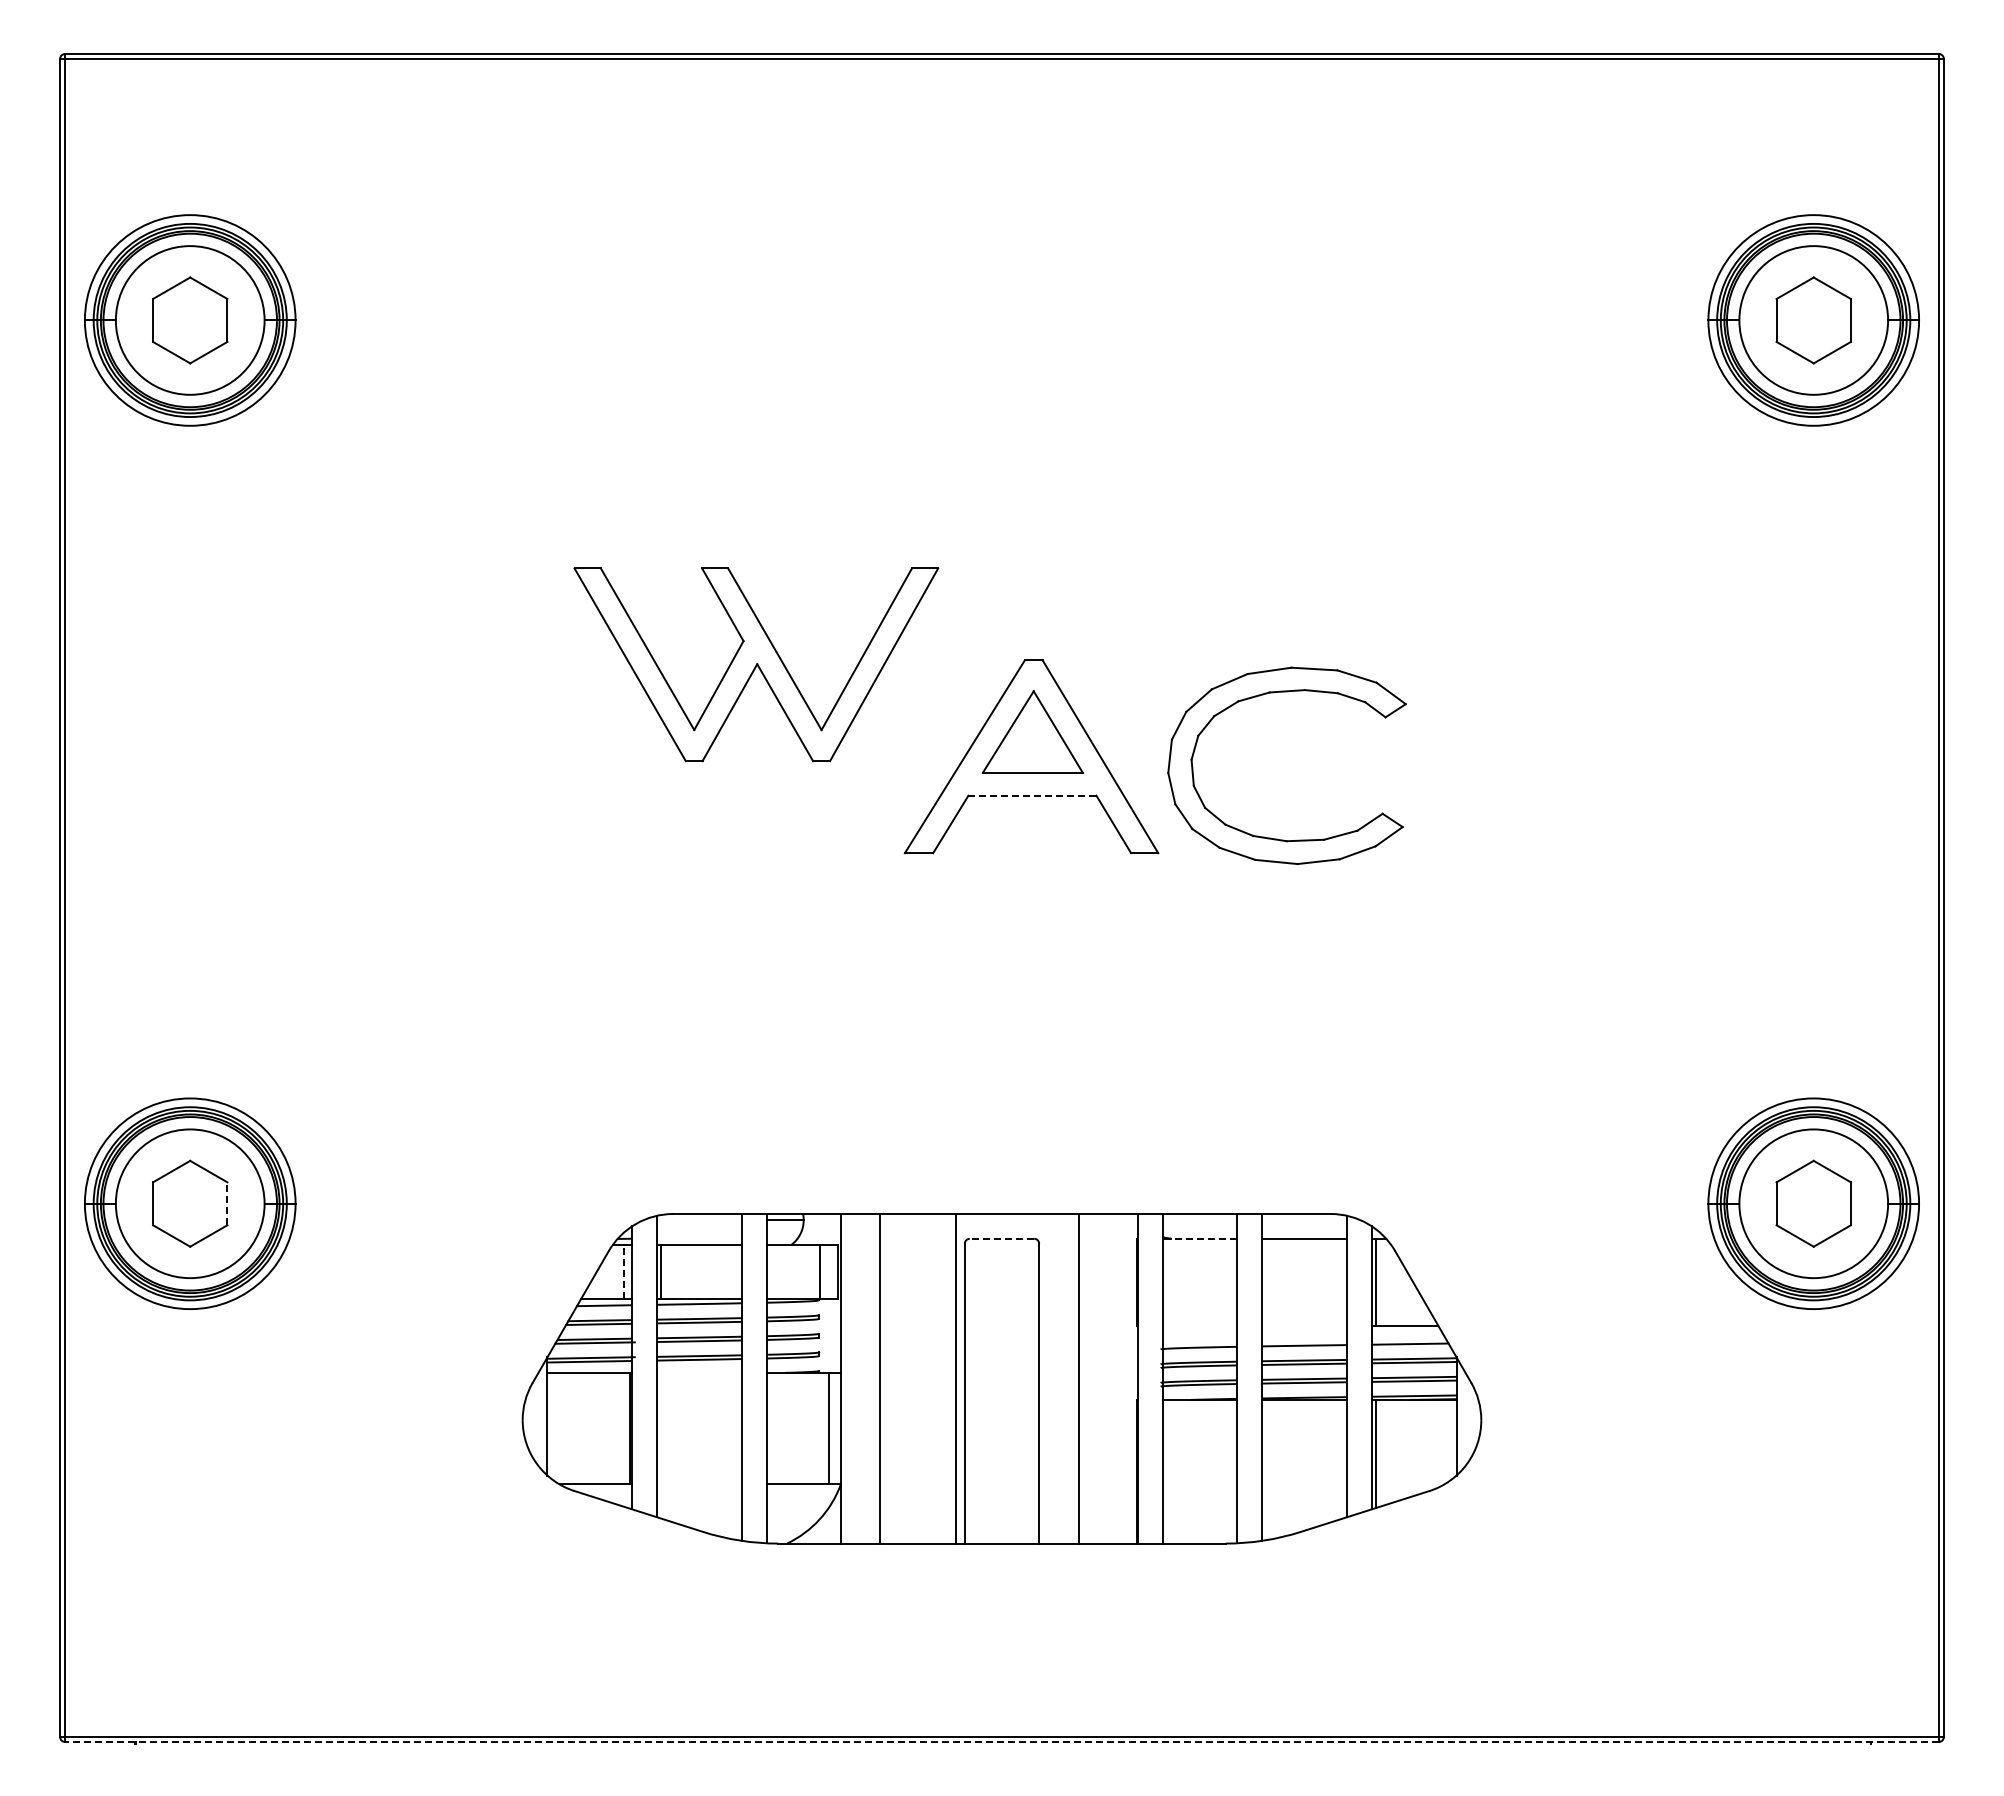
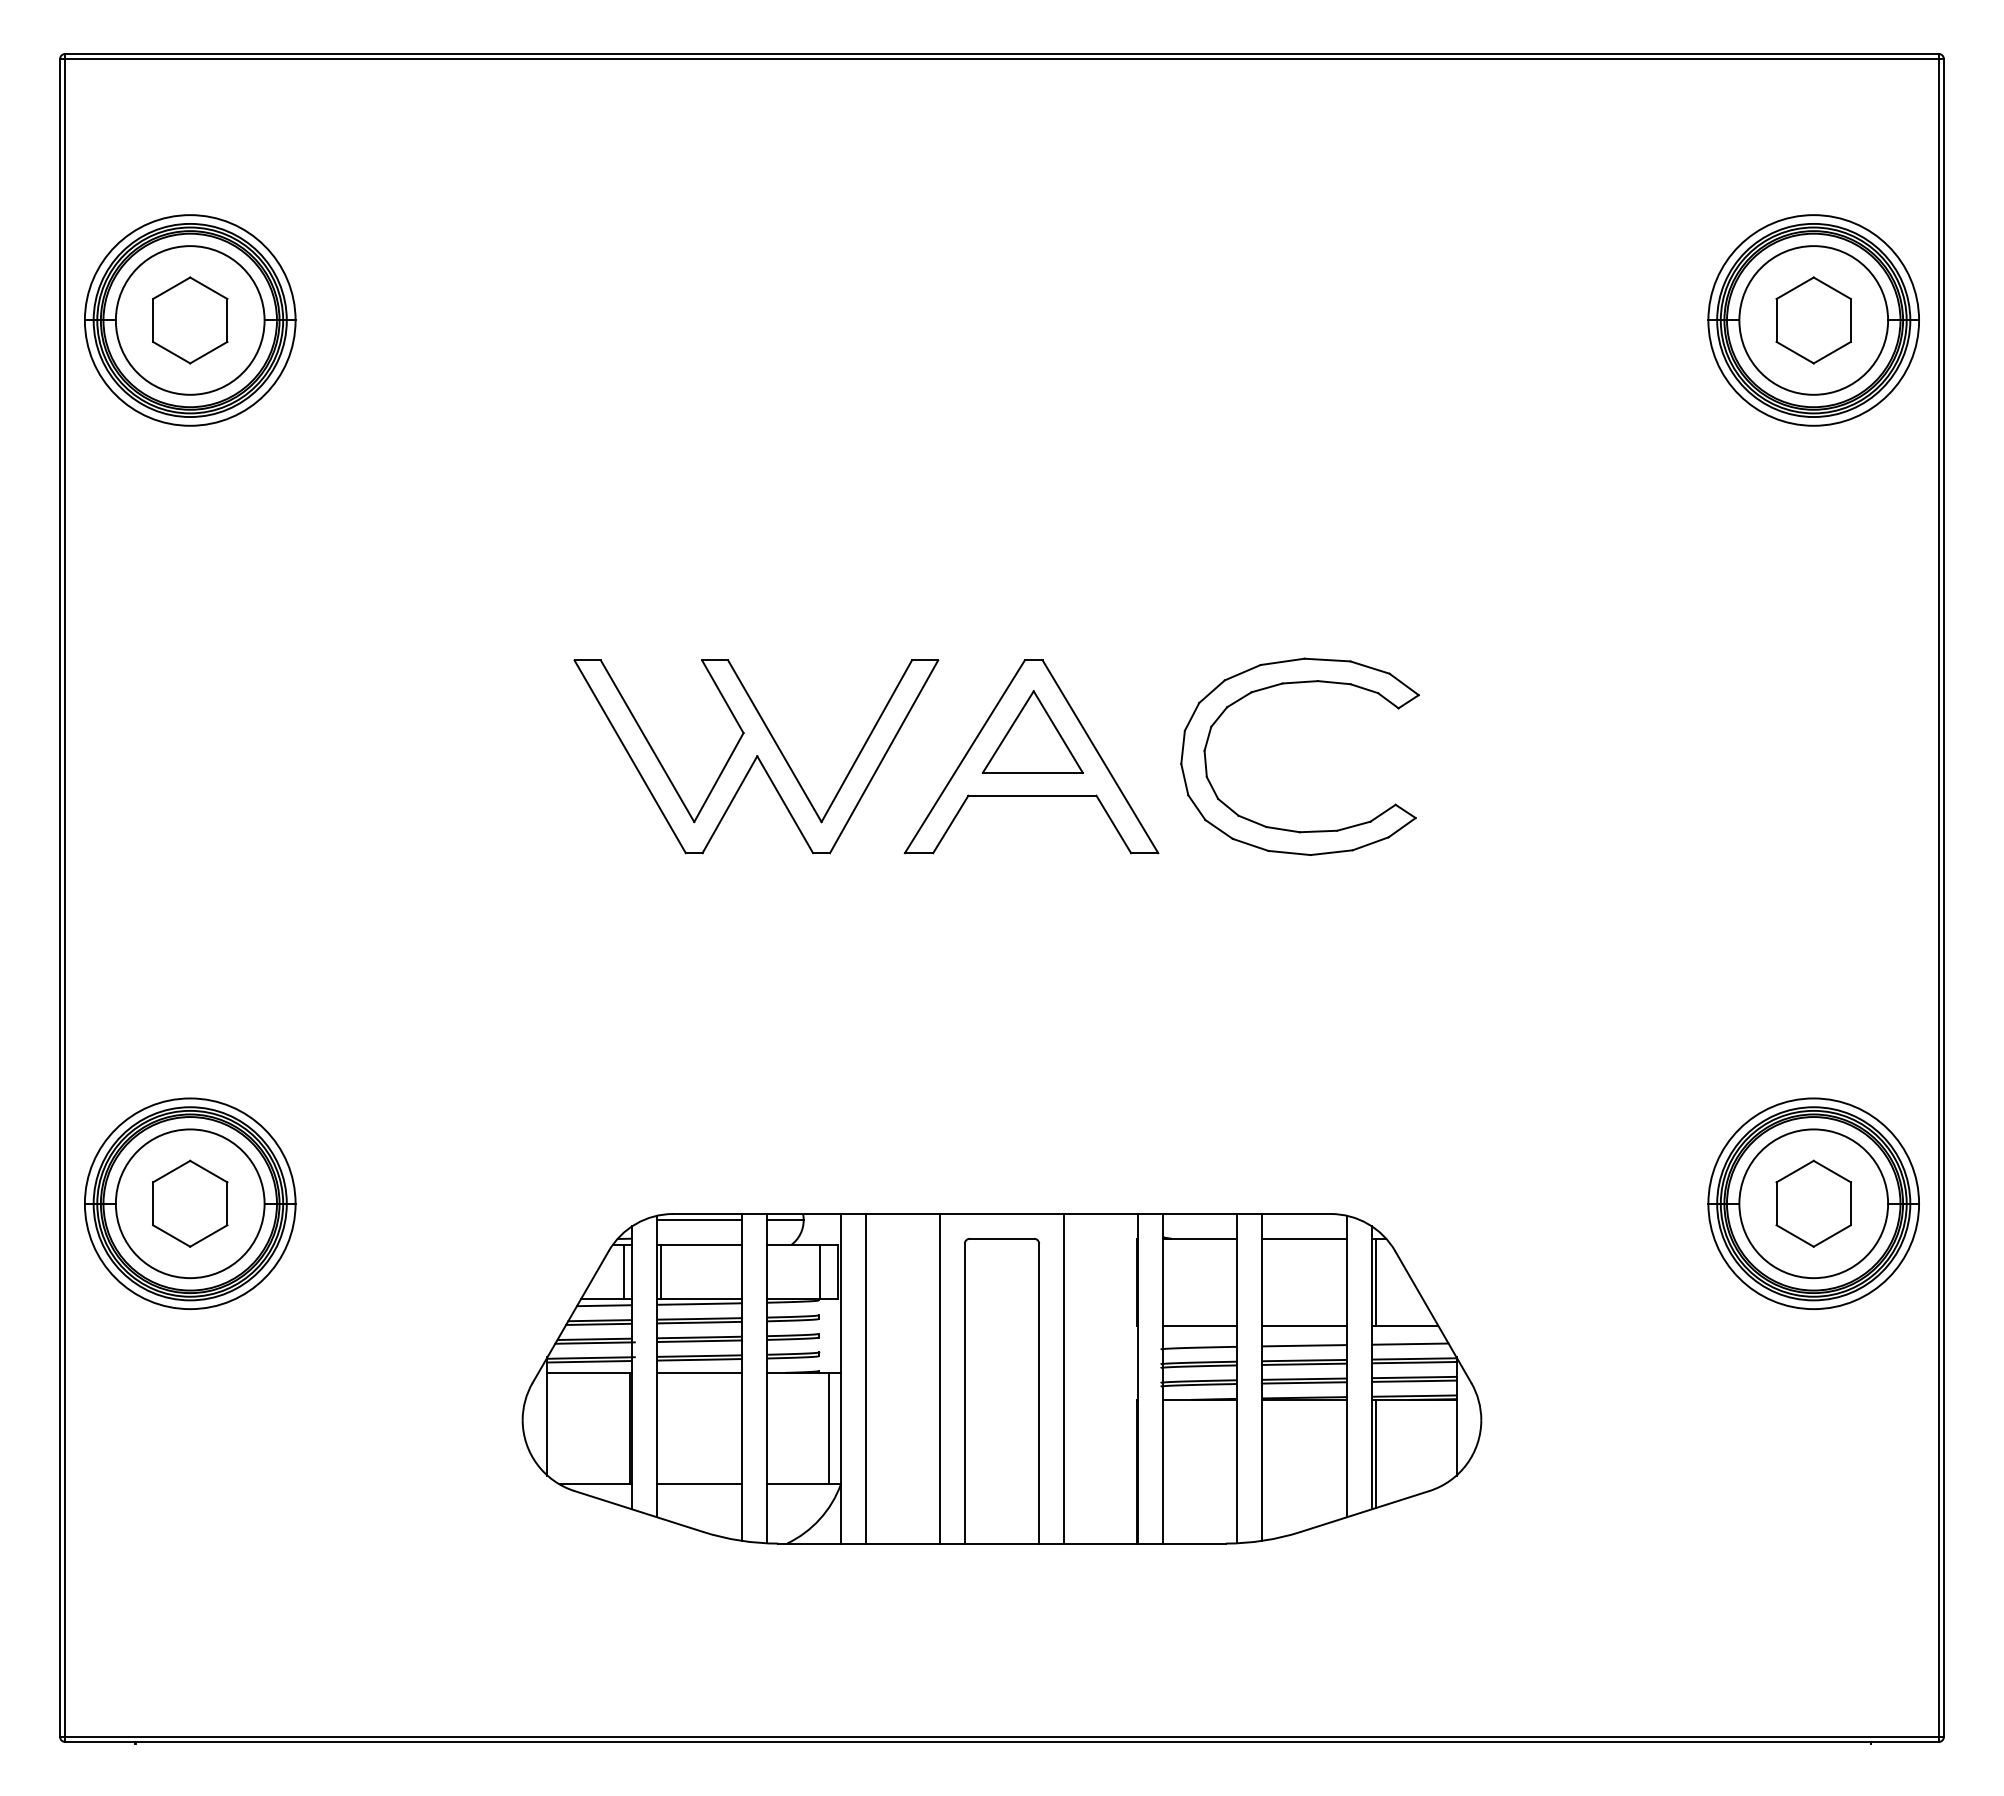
part at (756, 664) position: (756, 664) -> (756, 756)
part at (1274, 693) position: (1274, 693) -> (1287, 684)
line at (1031, 795): dashed -> solid
line at (227, 1203): dashed -> solid
line at (698, 1220): none -> present
line at (1001, 1238): dashed -> solid
line at (1199, 1238): dashed -> solid
line at (624, 1271): dashed -> solid
line at (1200, 1325): none -> present
line at (1304, 1325): none -> present
line at (698, 1372): none -> present
line at (879, 1378) position: (879, 1378) -> (865, 1378)
line at (956, 1378) position: (956, 1378) -> (940, 1378)
line at (1078, 1378) position: (1078, 1378) -> (1063, 1378)
line at (698, 1484): none -> present
line at (1001, 1741): dashed -> solid
